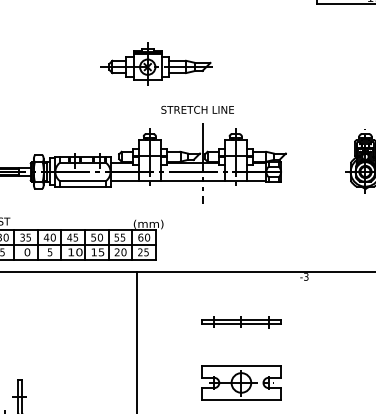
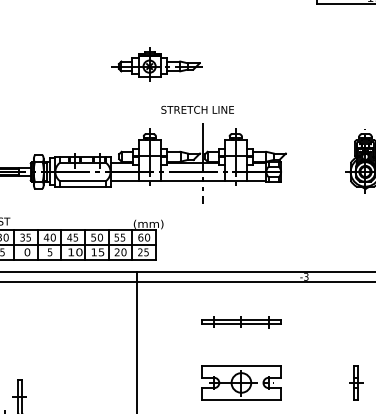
part at (156, 63) size: 113x44 px -> 92x35 px
line at (187, 281): none -> present
part at (356, 382): none -> present
